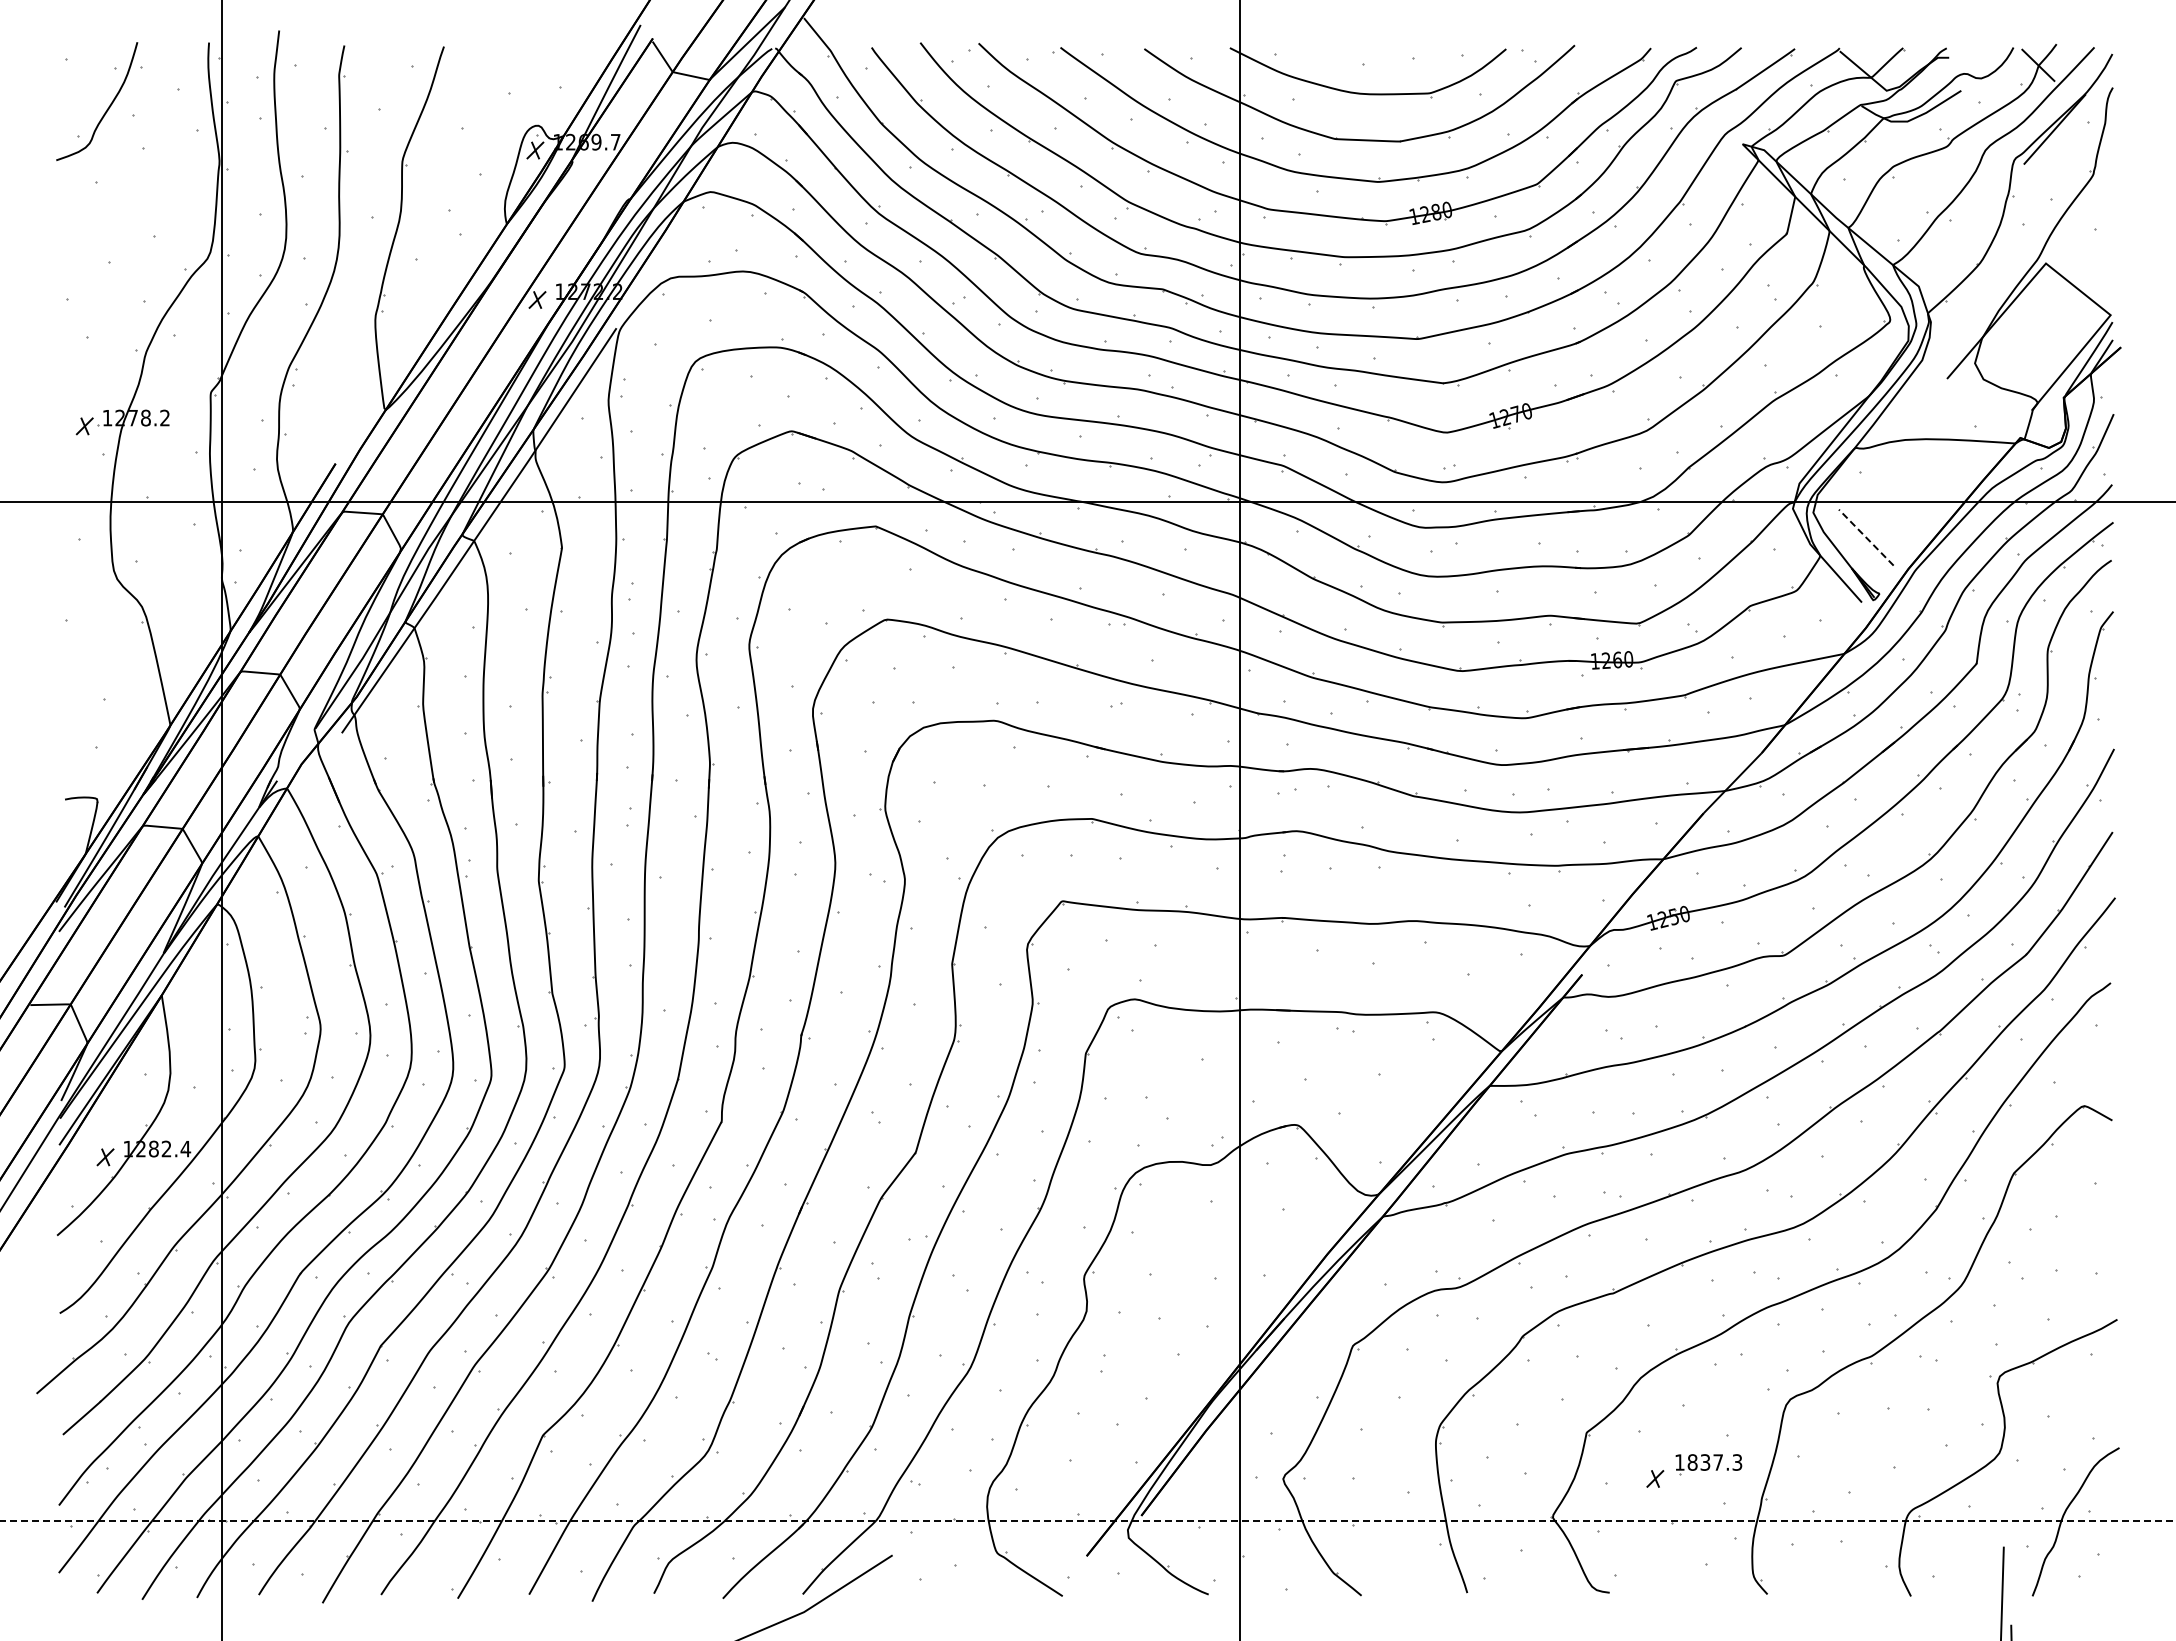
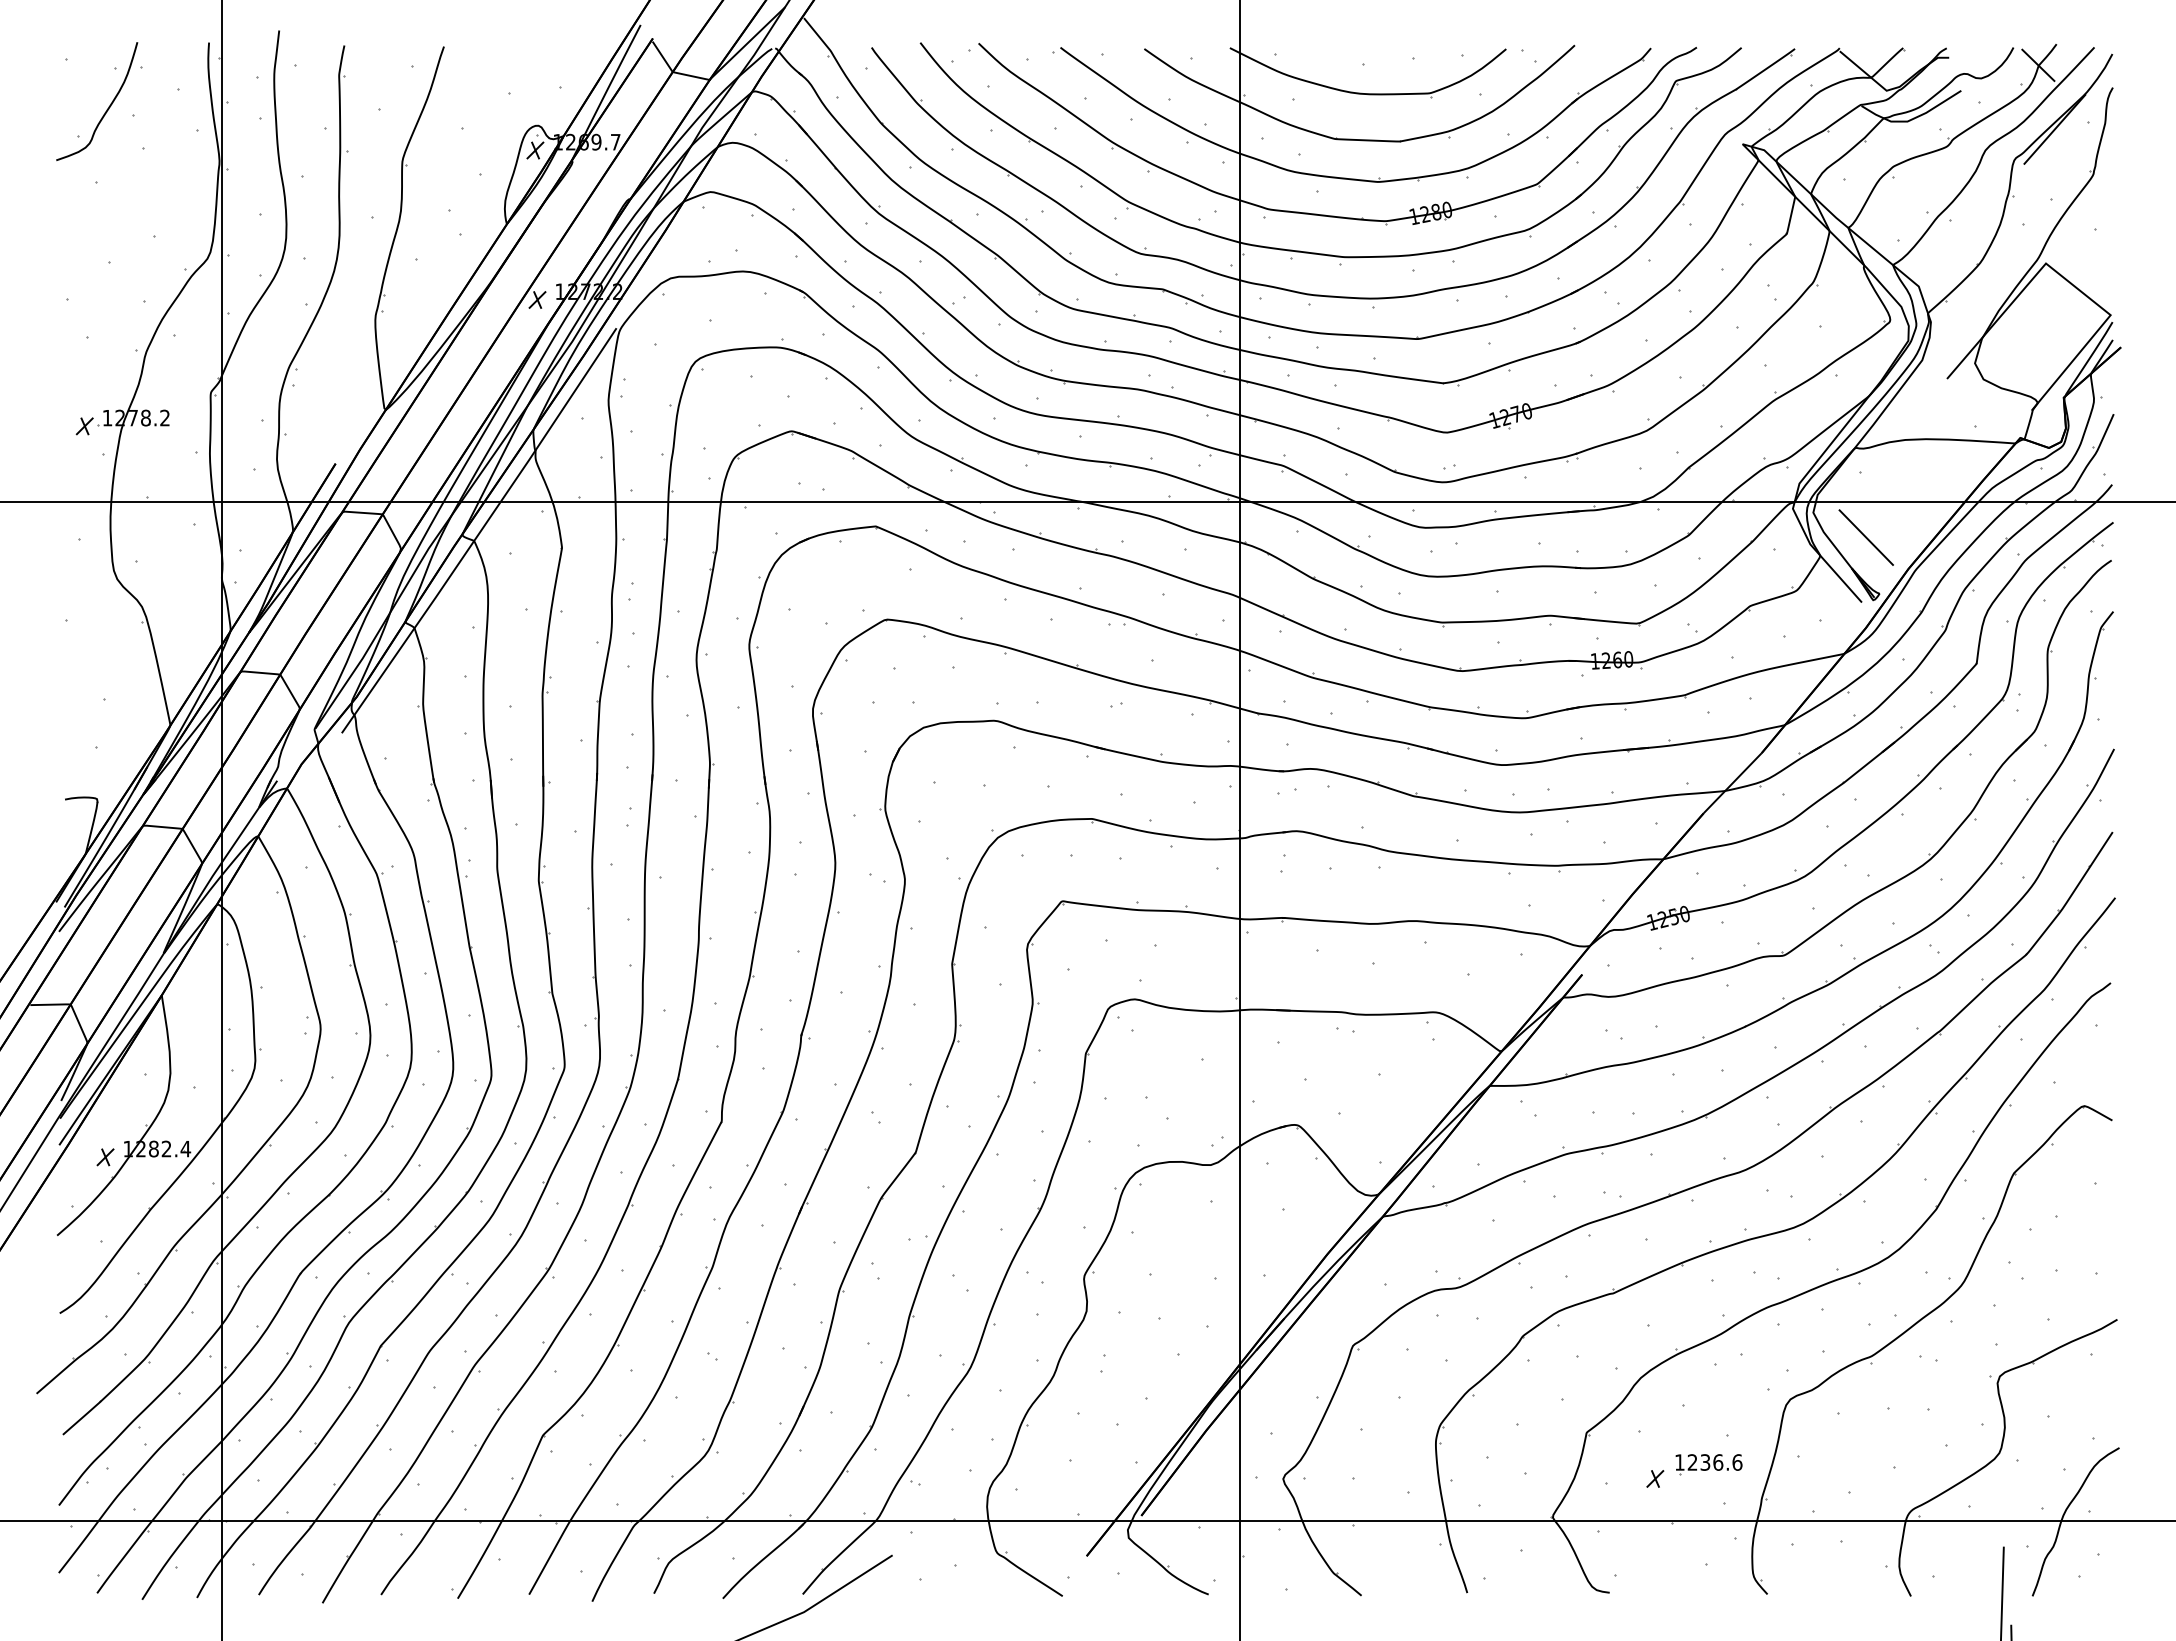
line at (1865, 537): dashed -> solid
text at (1714, 1462): 1837.3 -> 1236.6
line at (1087, 1520): dashed -> solid
